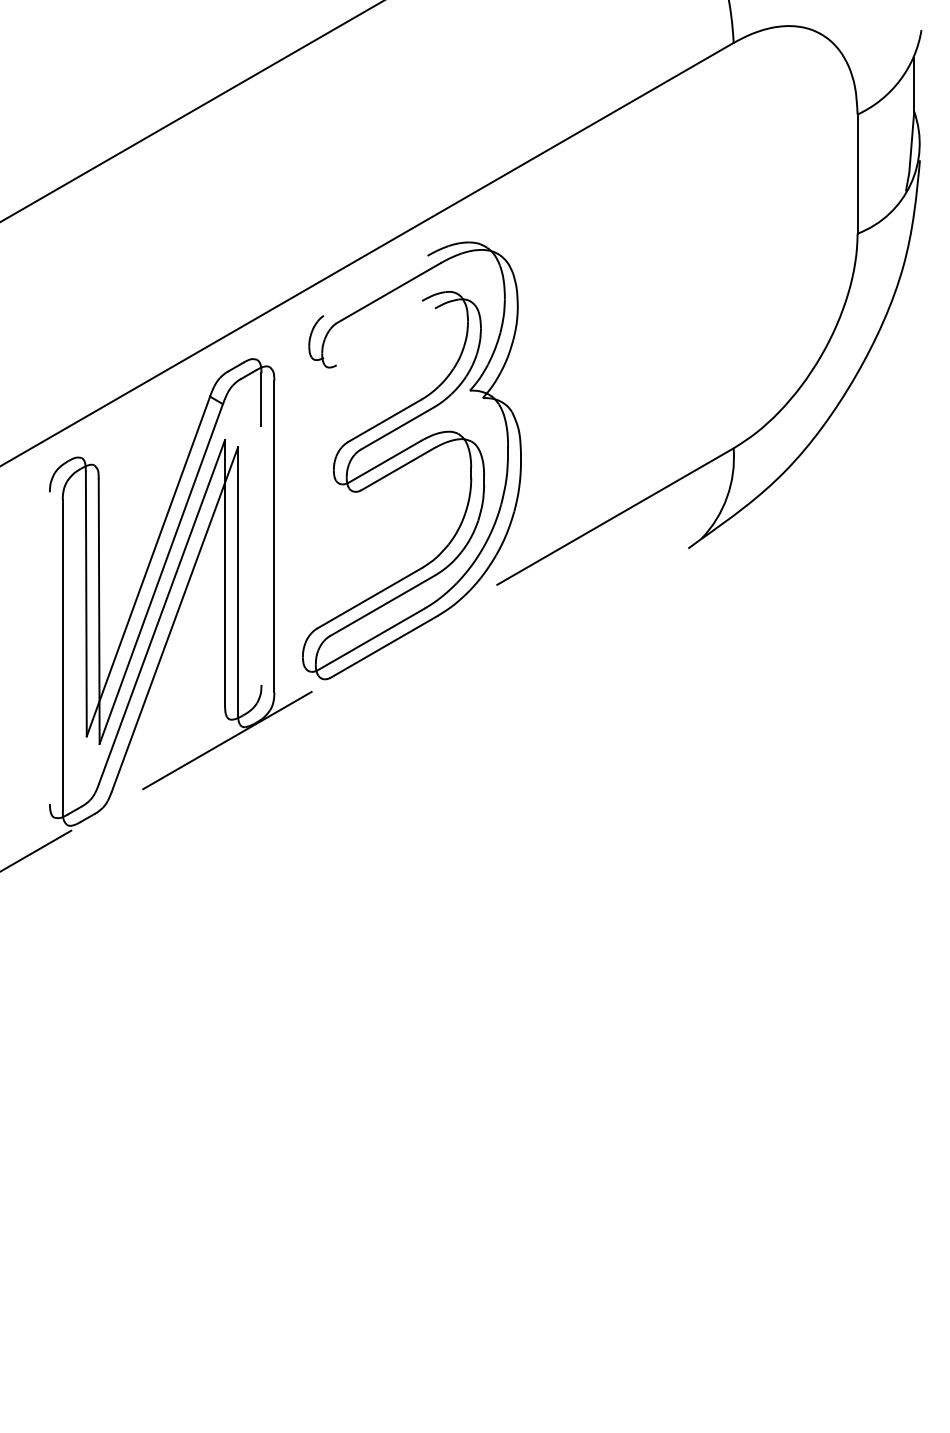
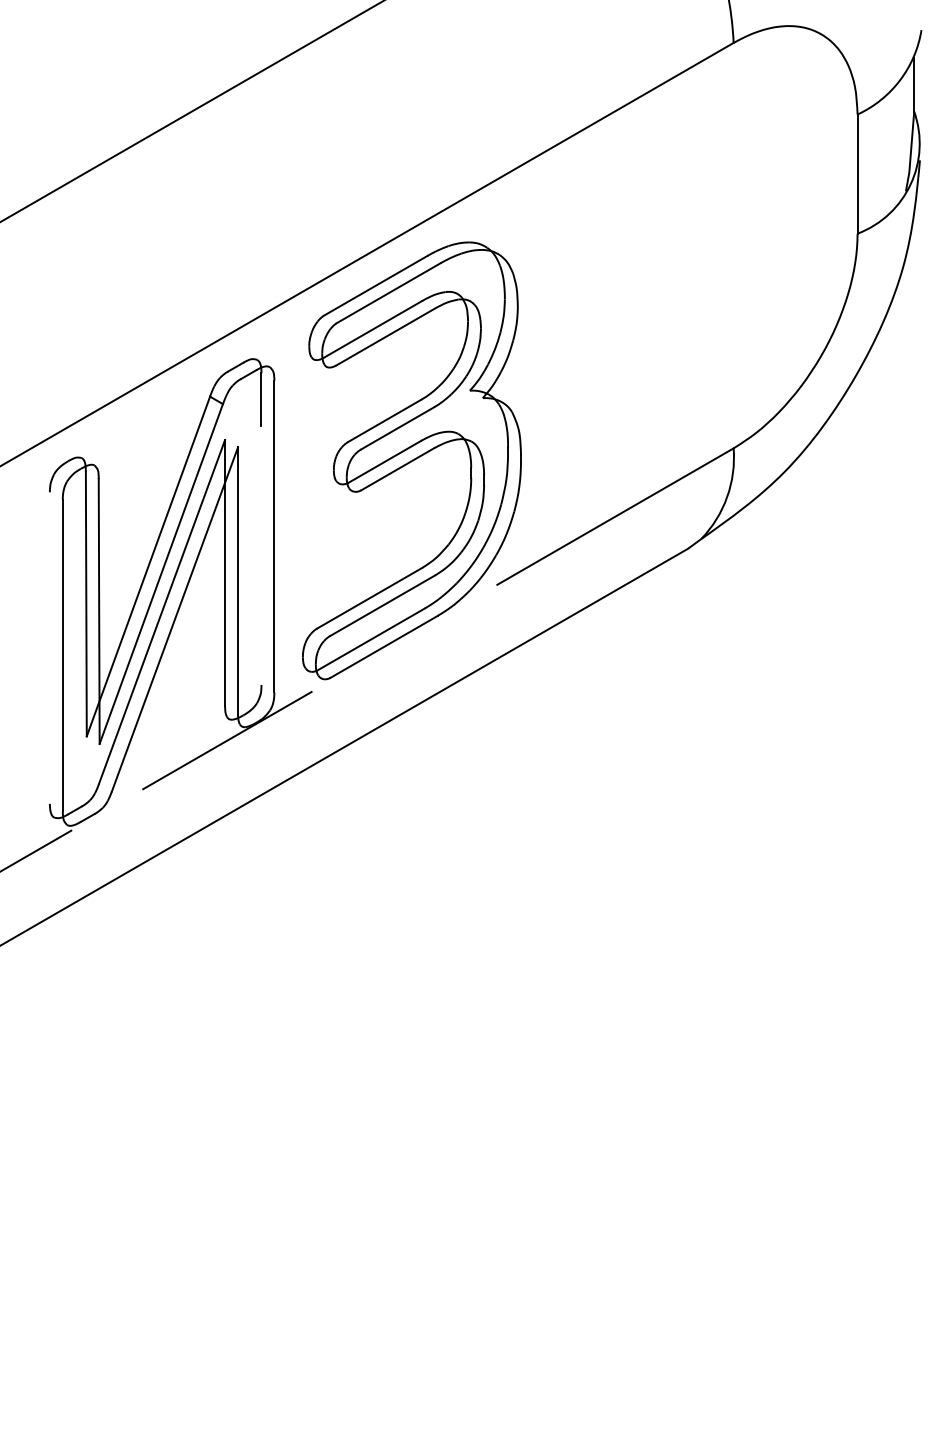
line at (375, 285): none -> present
line at (372, 329): none -> present
line at (385, 336): none -> present
line at (345, 746): none -> present
